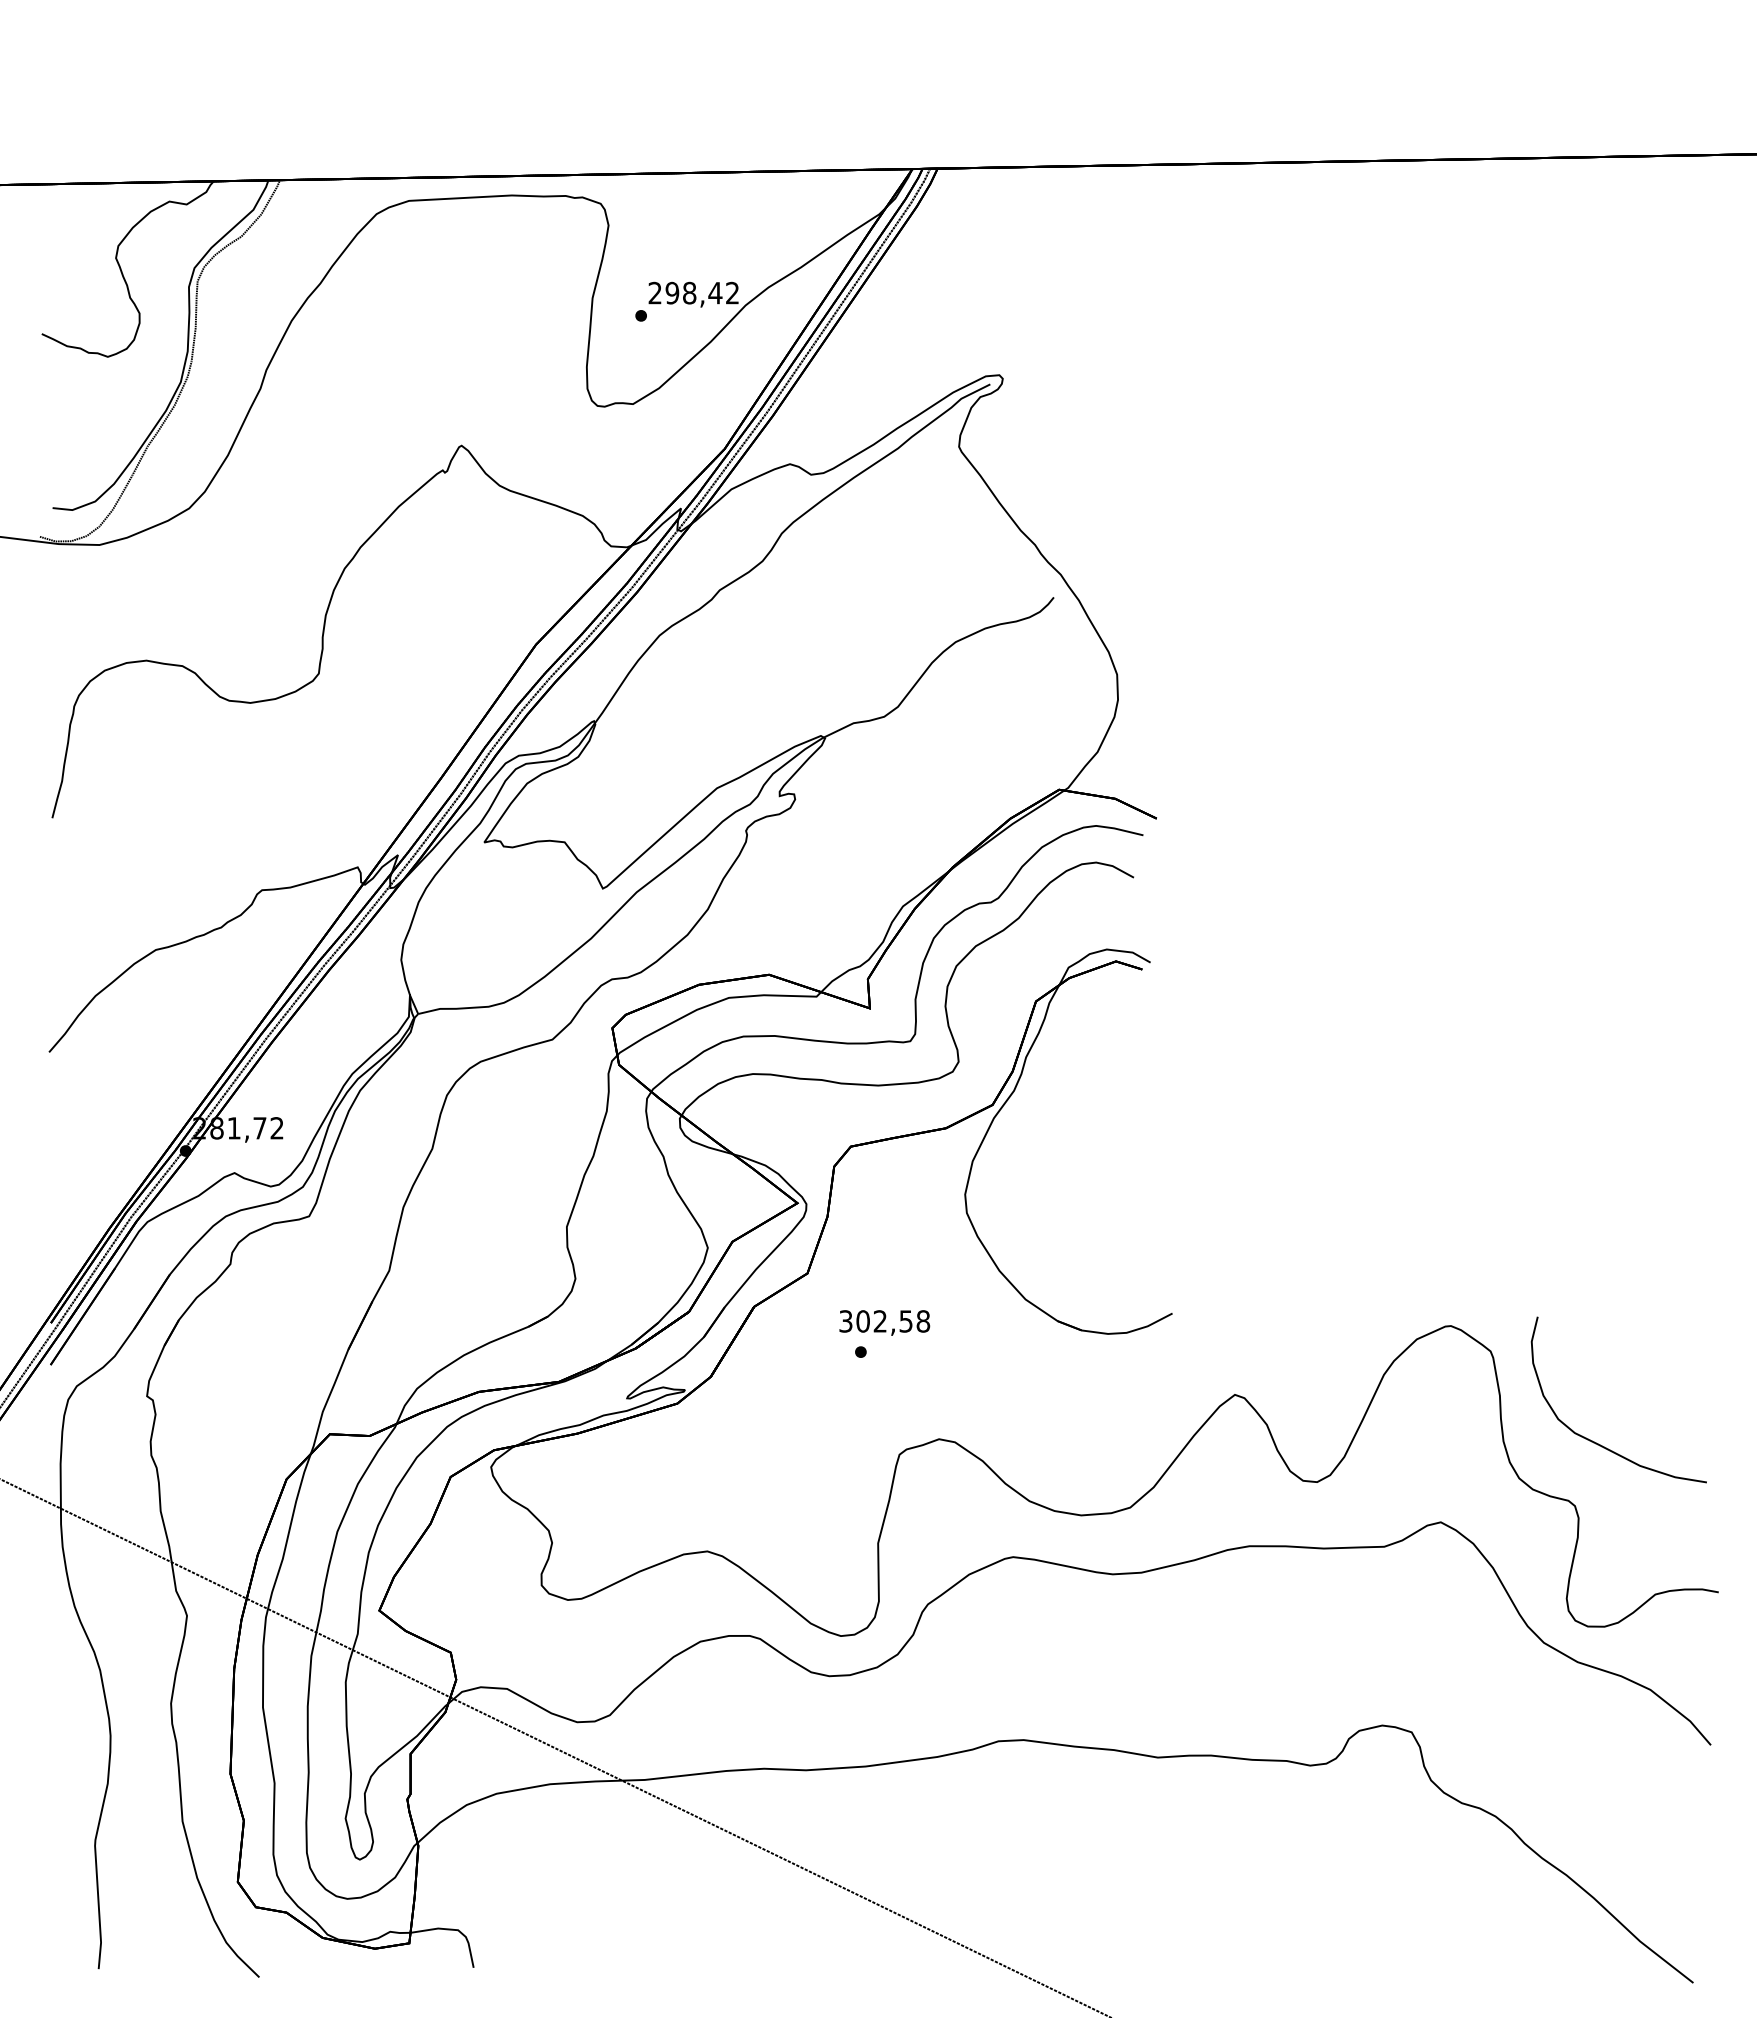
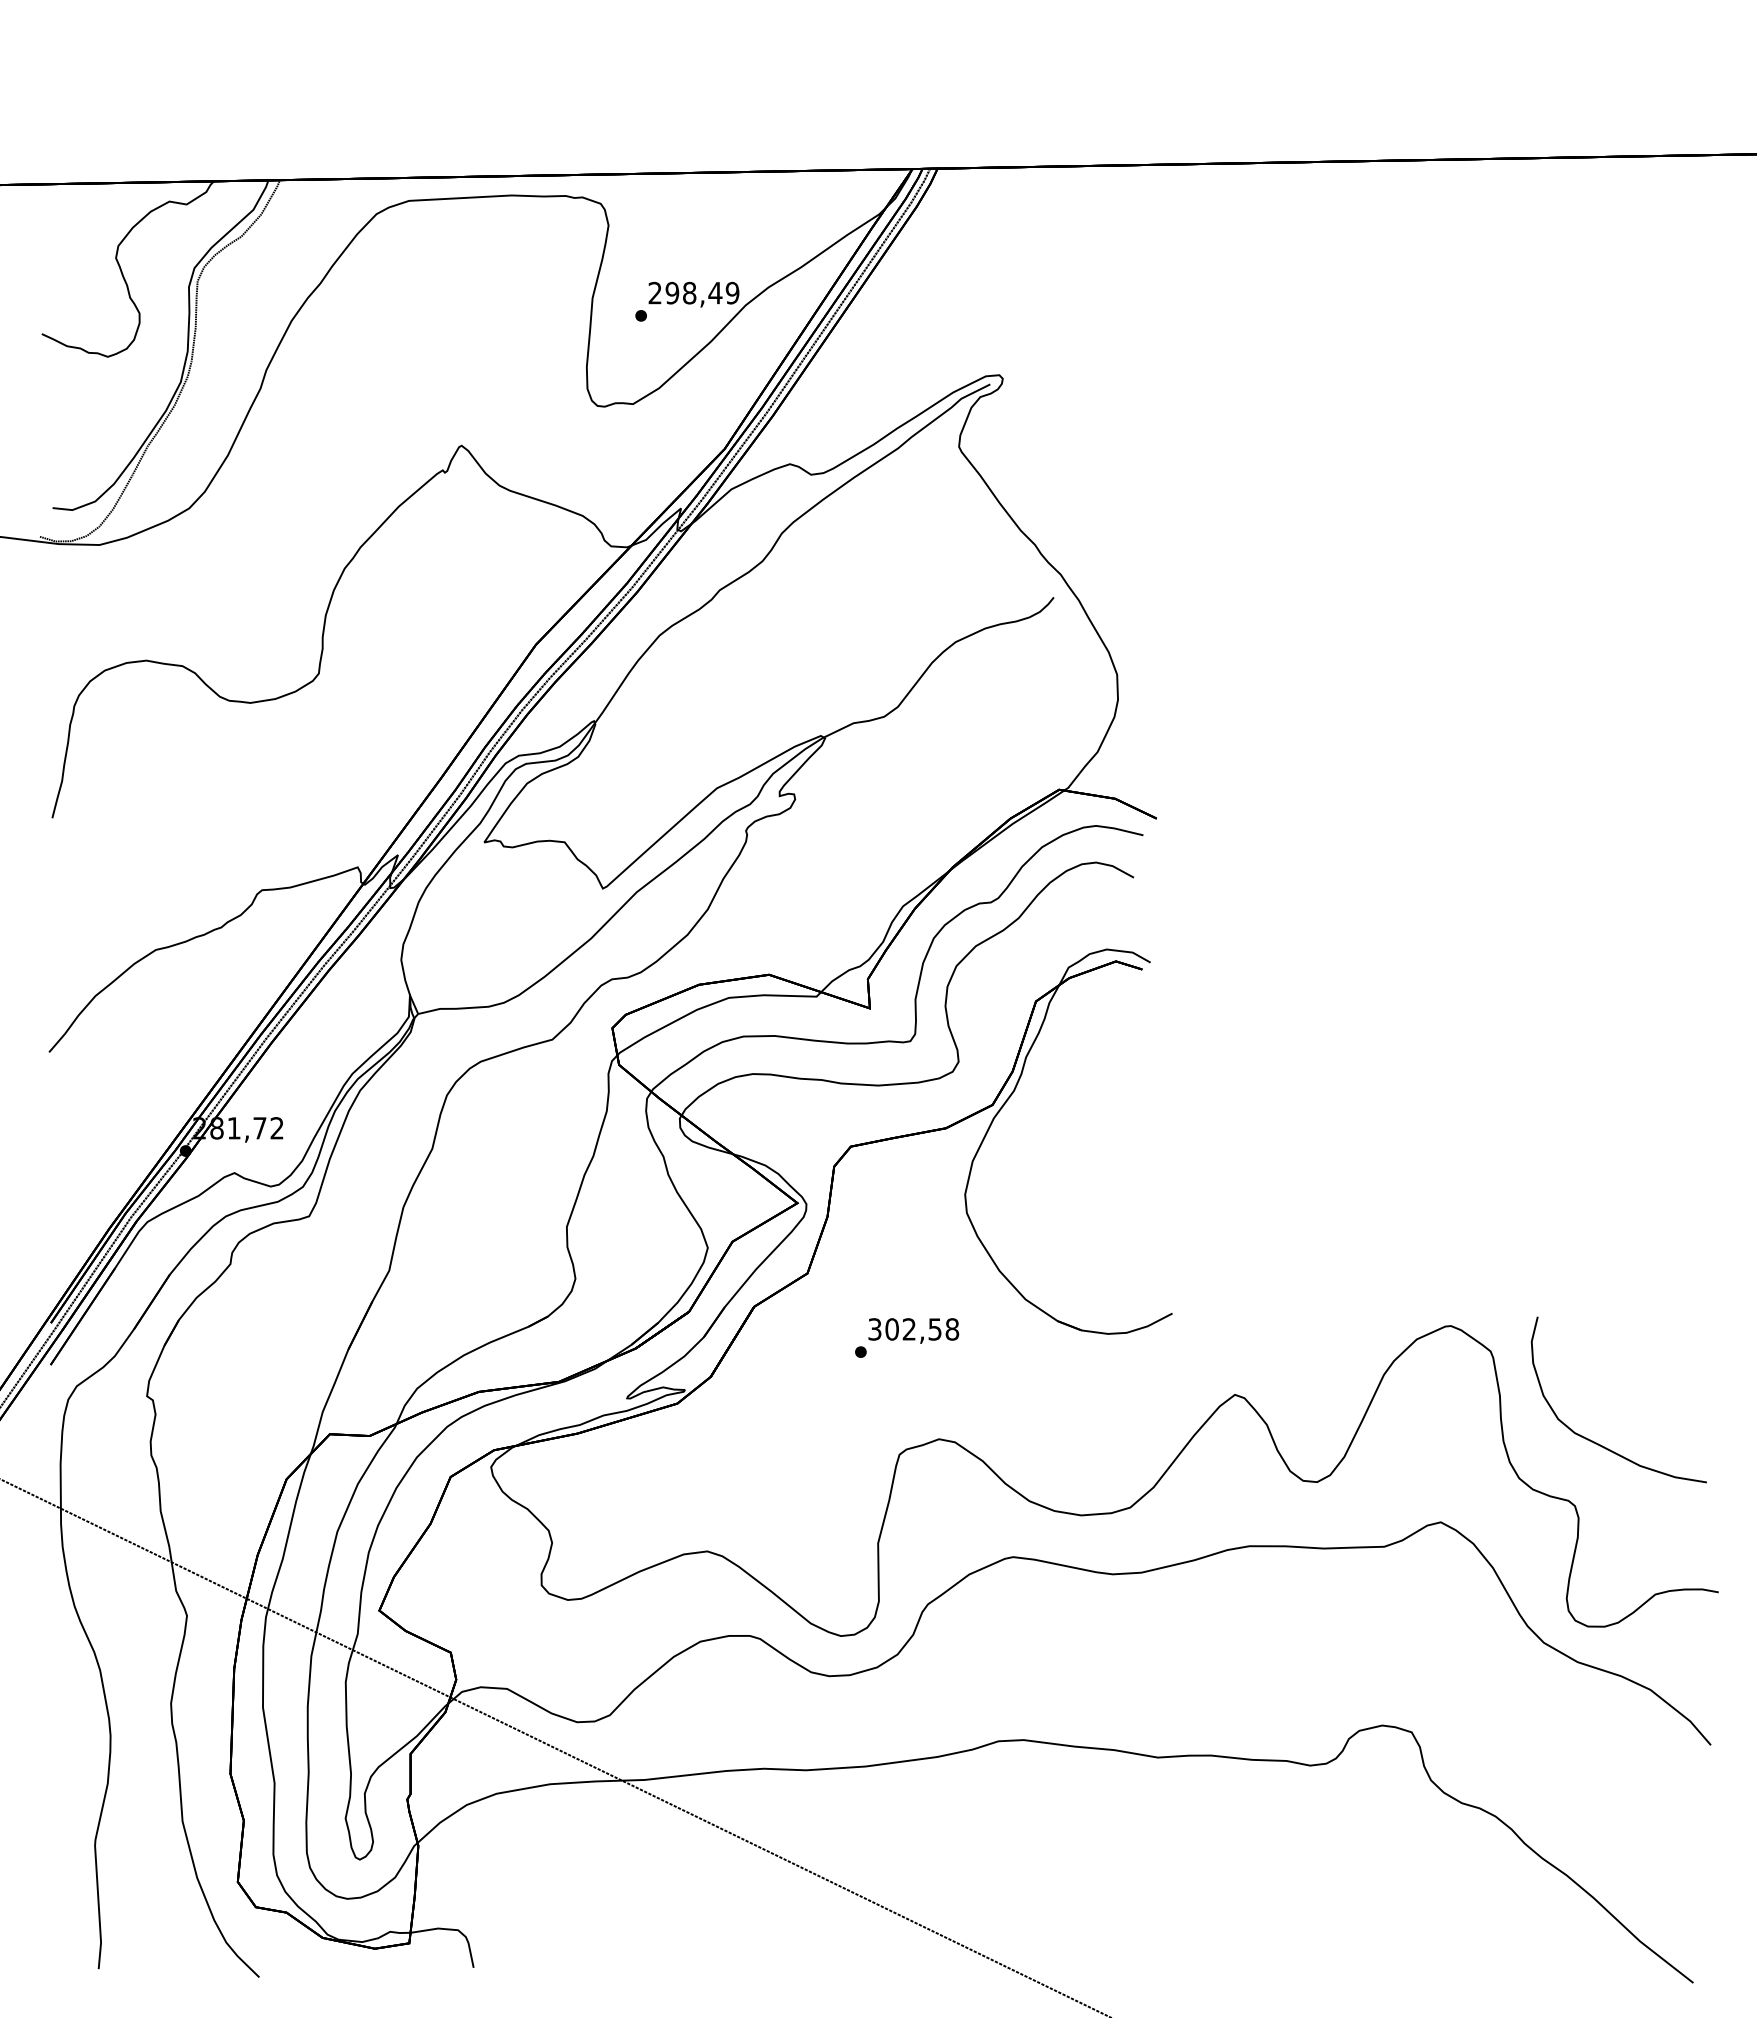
text at (732, 293): 298,42 -> 298,49
text at (884, 1322) position: (884, 1322) -> (913, 1330)
